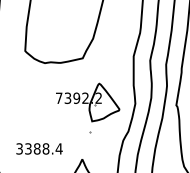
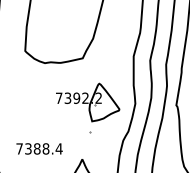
text at (19, 148): 3388.4 -> 7388.4
